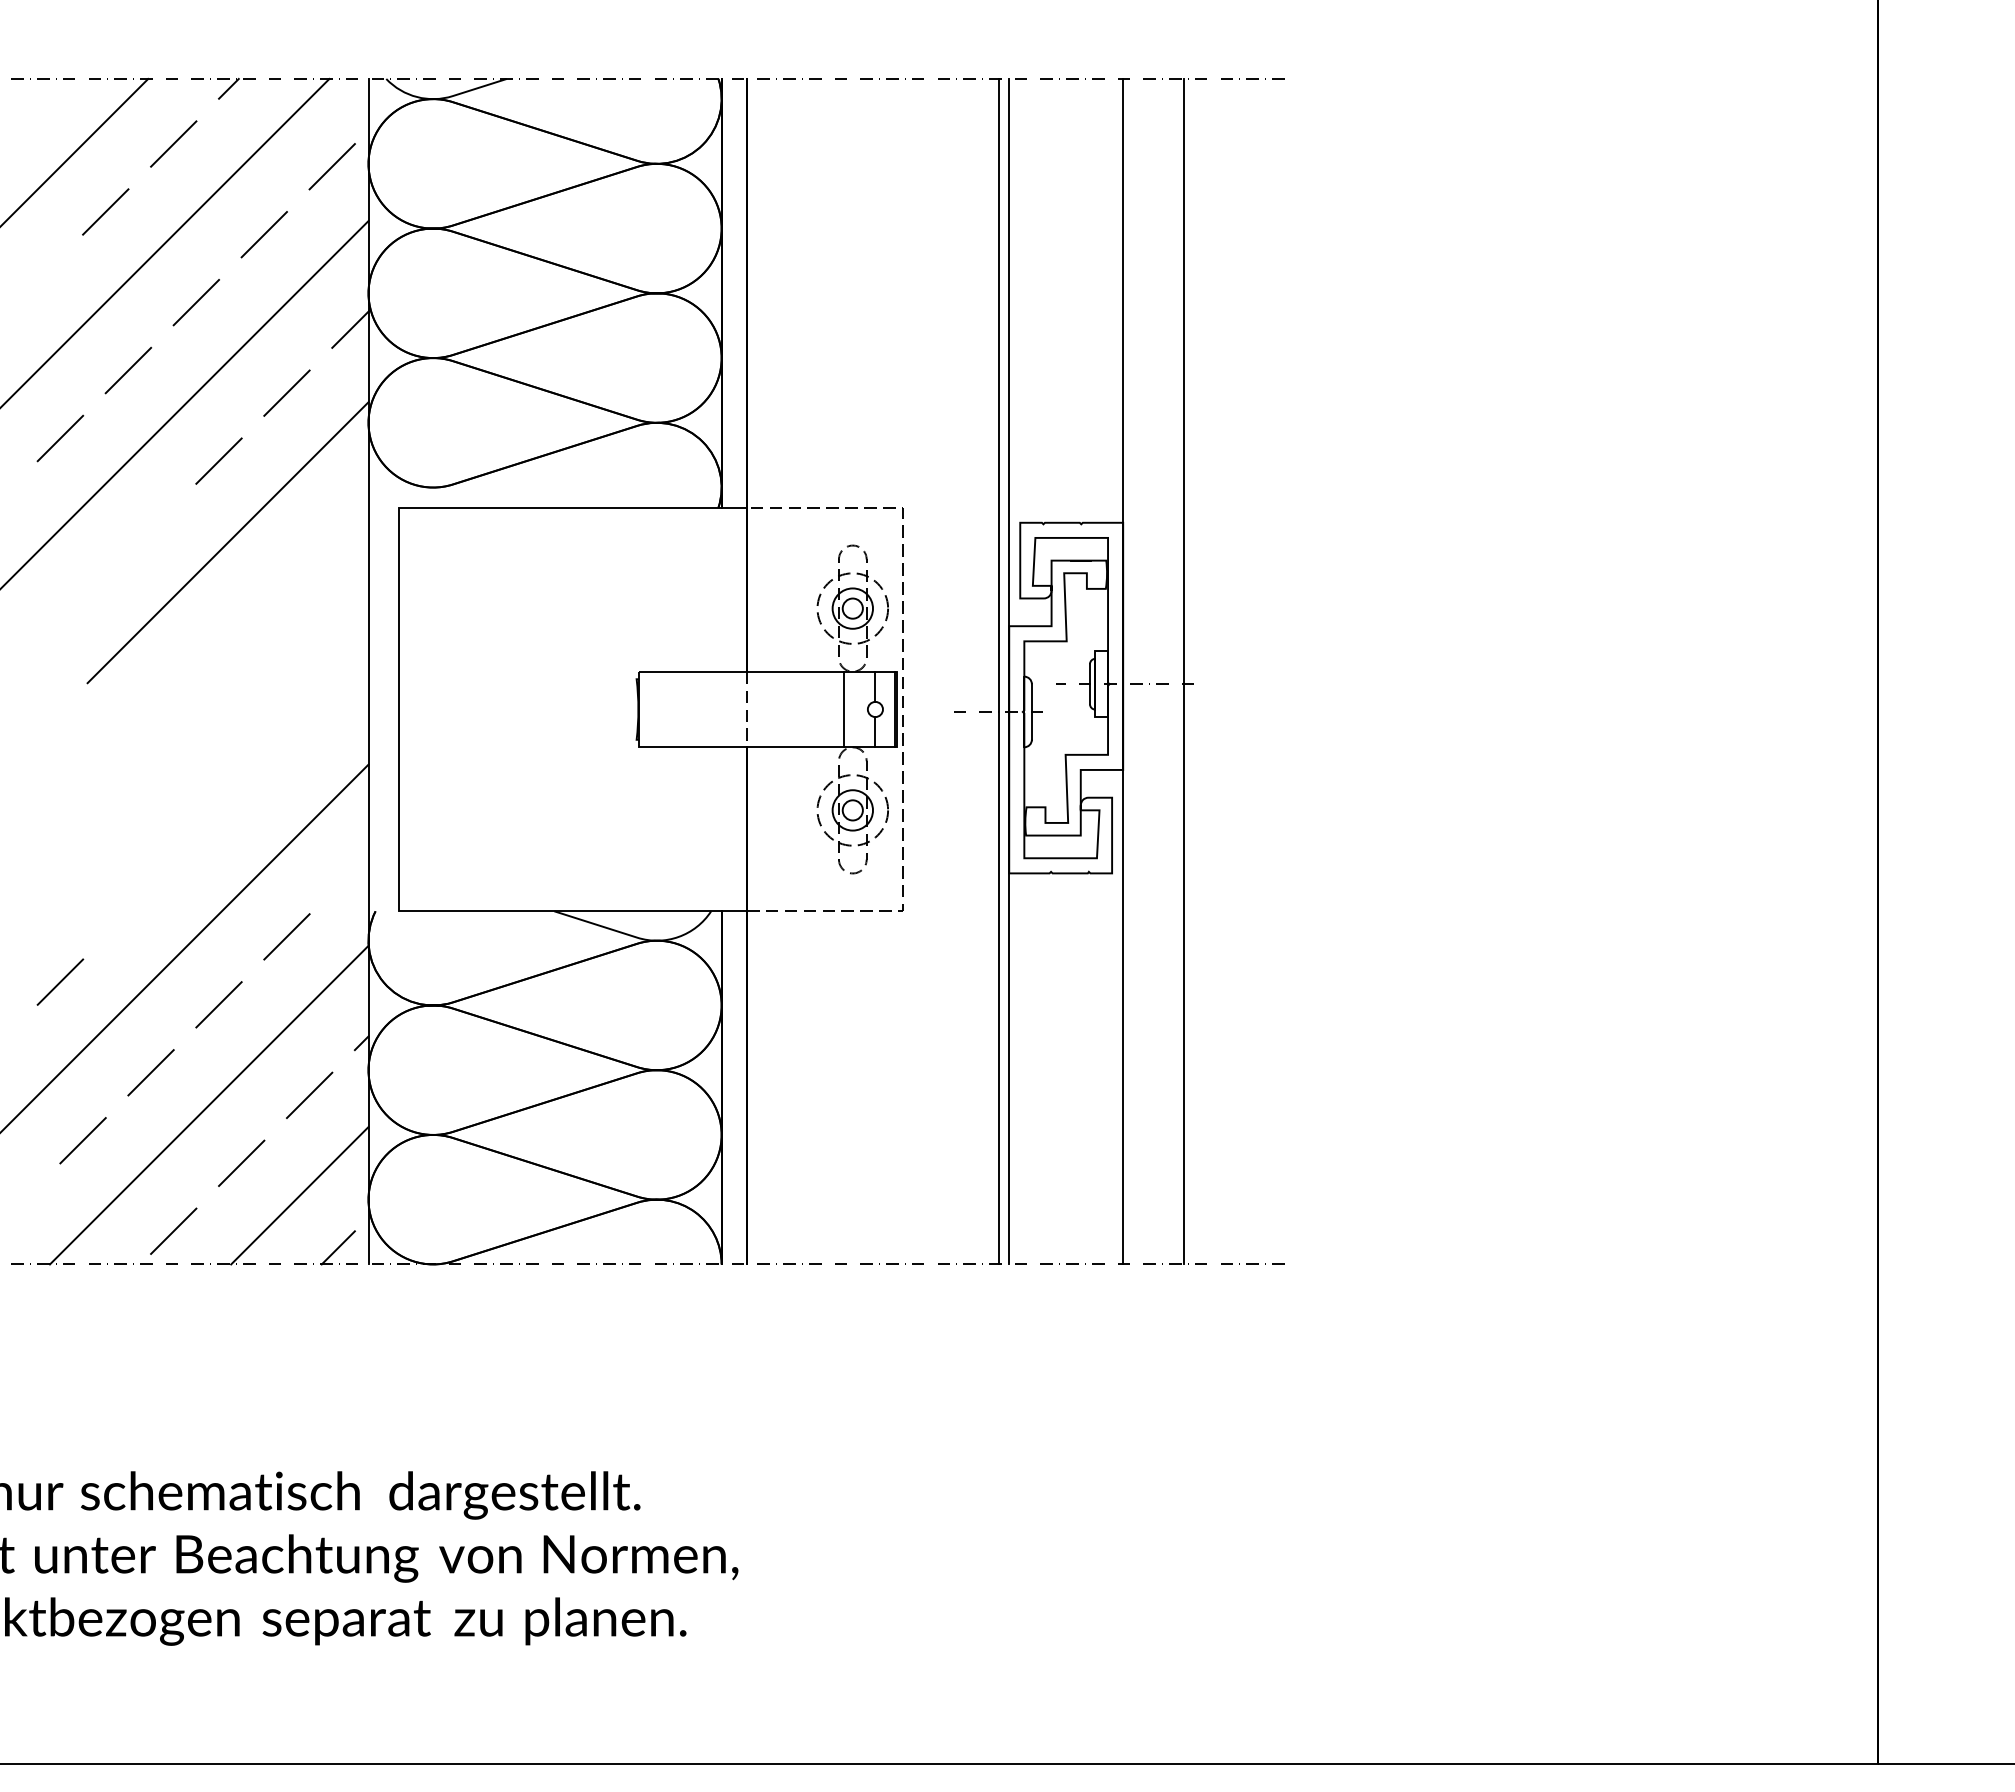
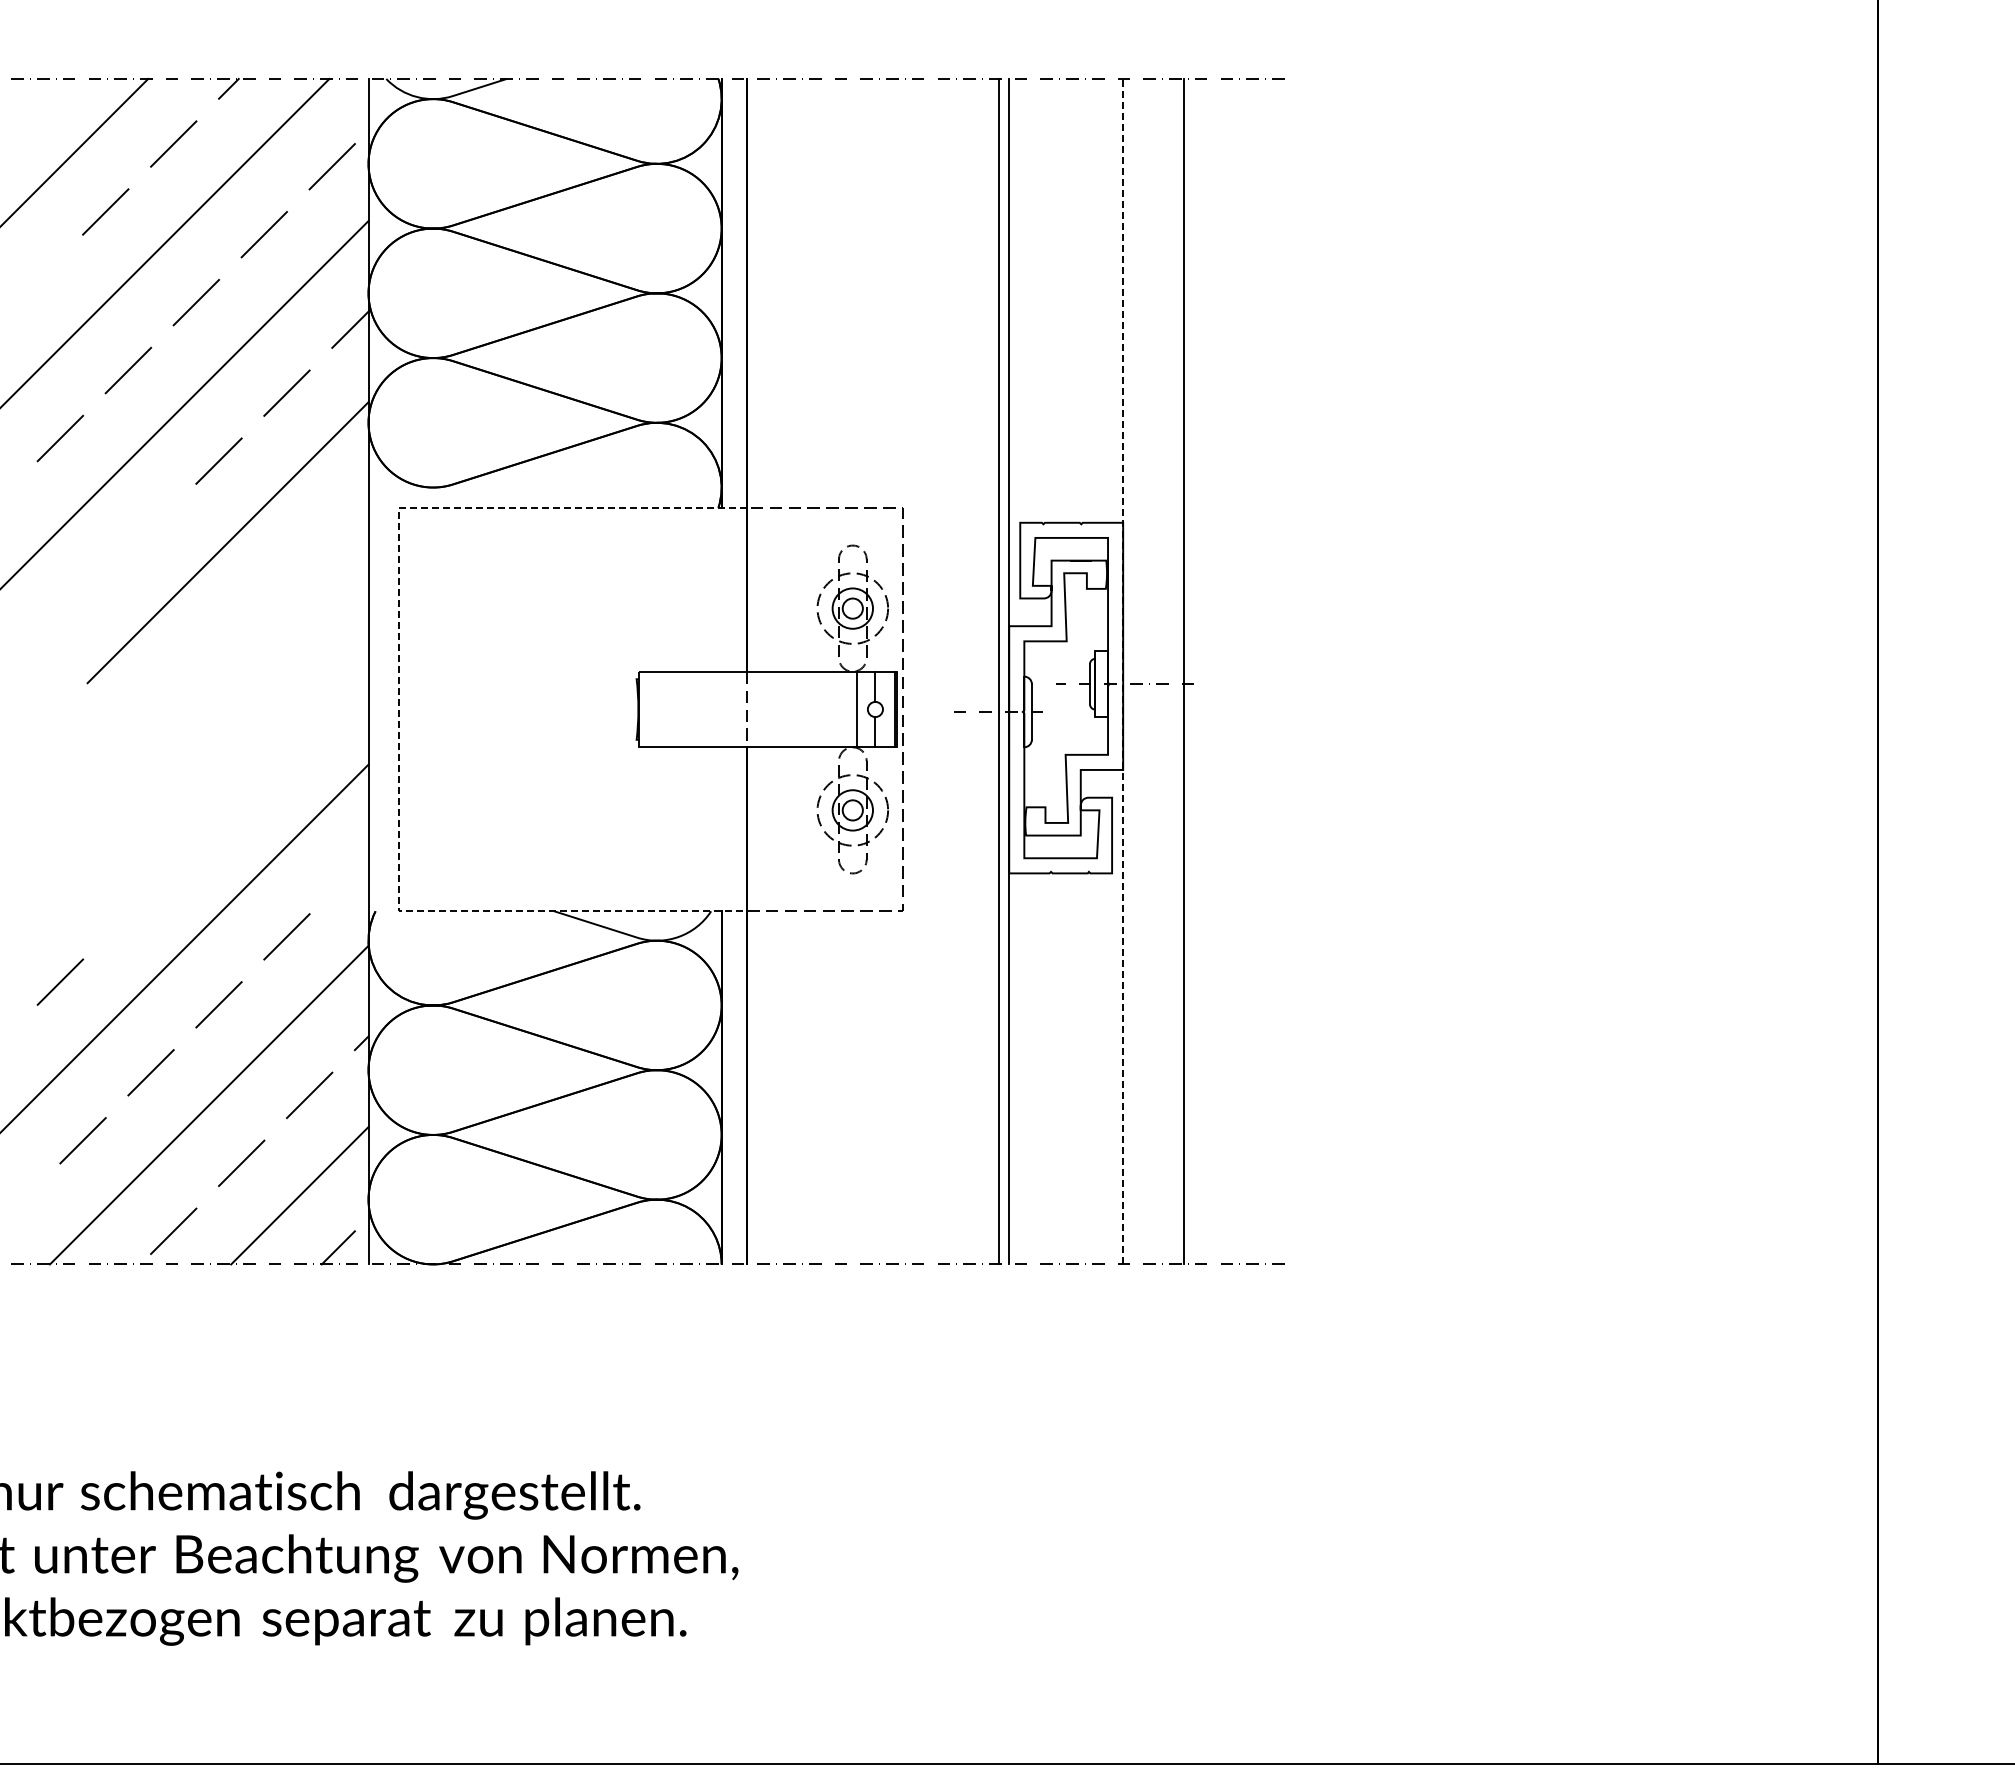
line at (1123, 671): solid -> dashed
line at (398, 709): solid -> dashed
line at (843, 709) position: (843, 709) -> (856, 709)
